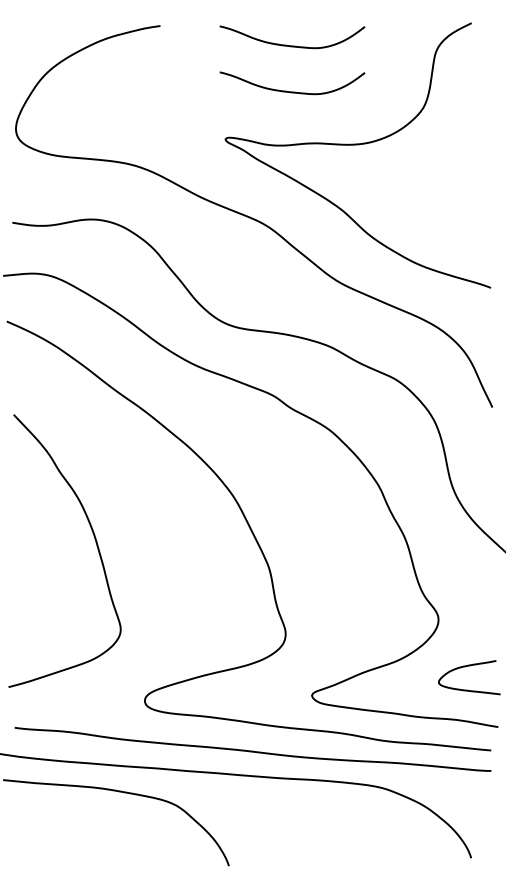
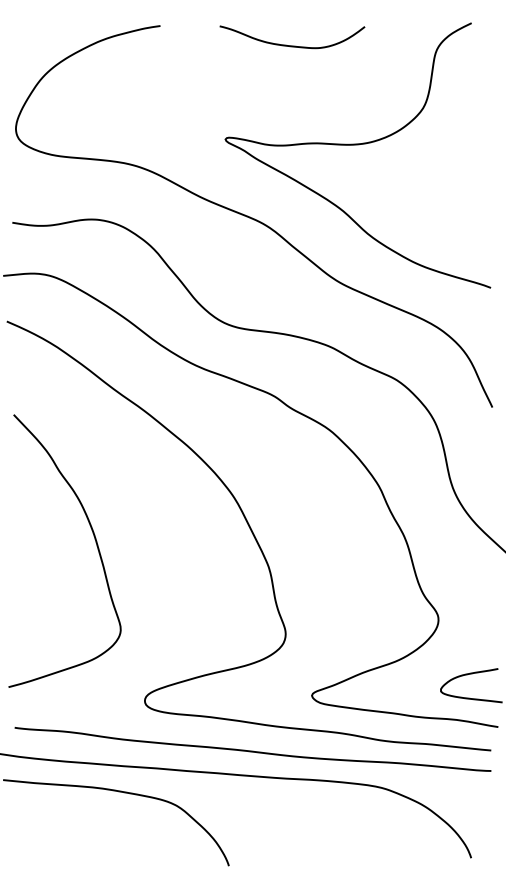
curve at (292, 91): present -> none
curve at (465, 667) position: (465, 667) -> (467, 675)
